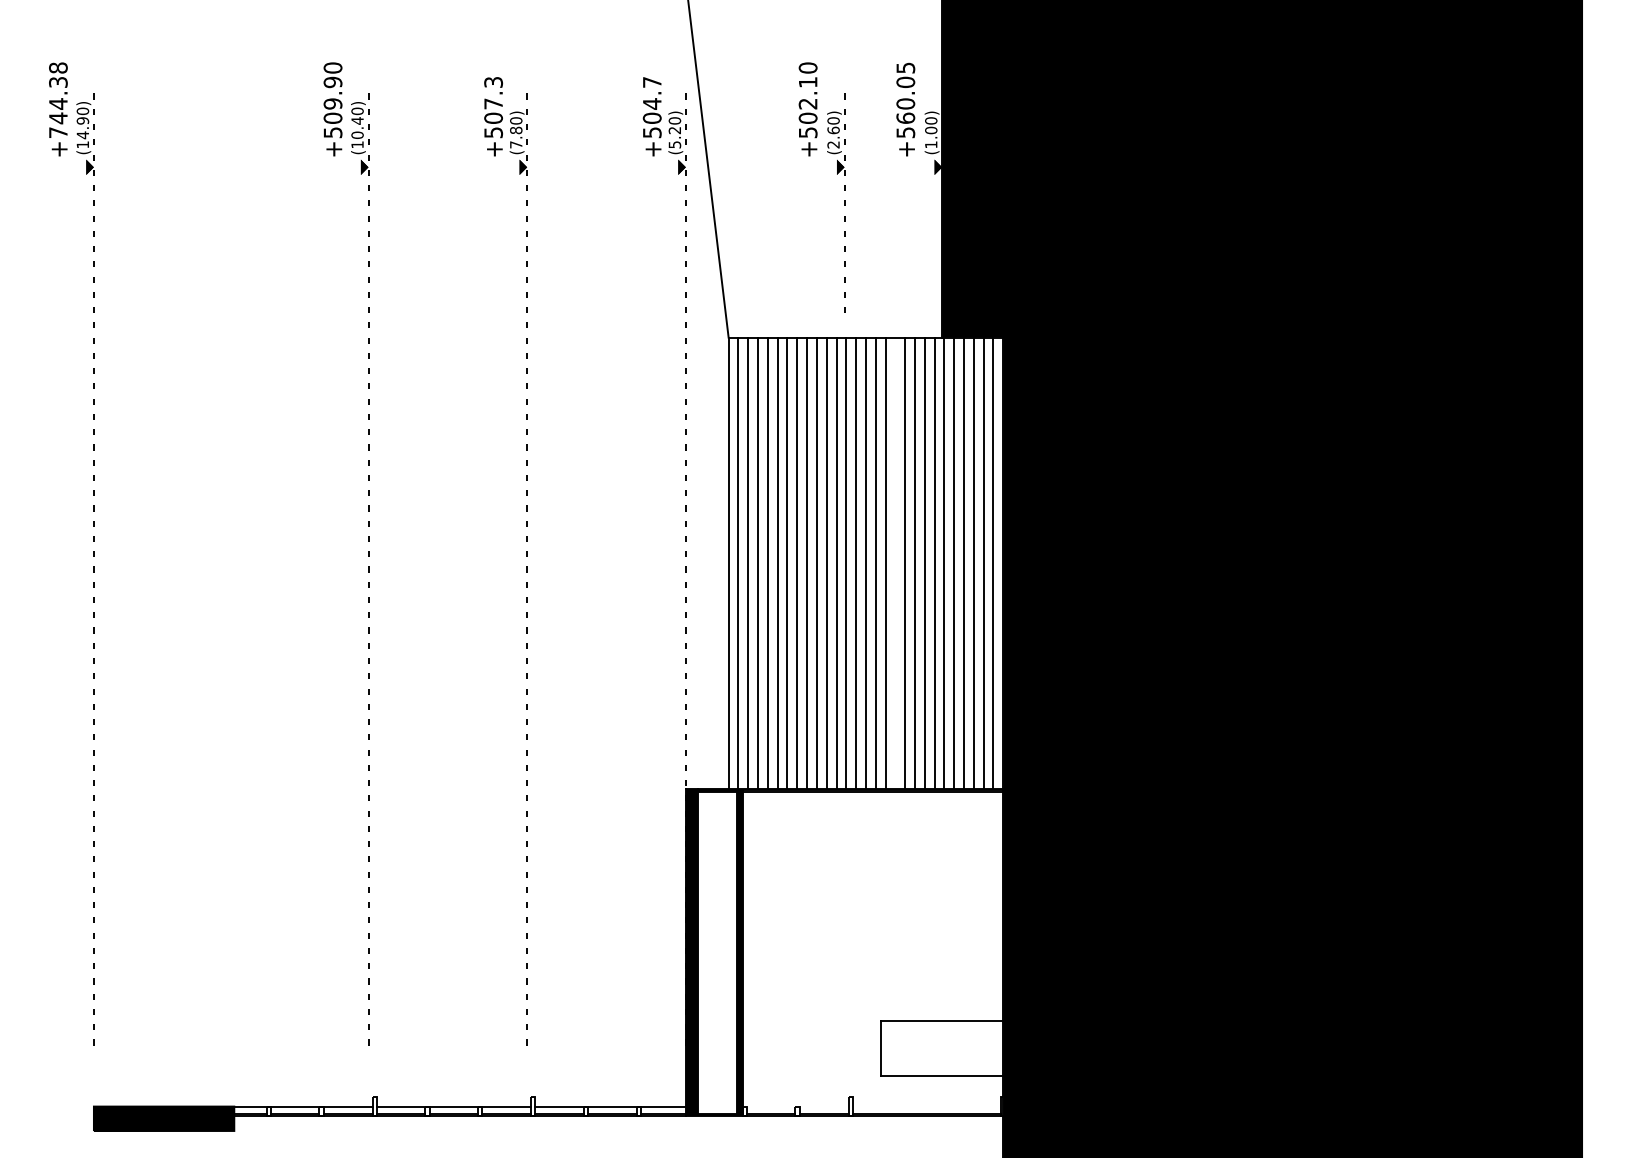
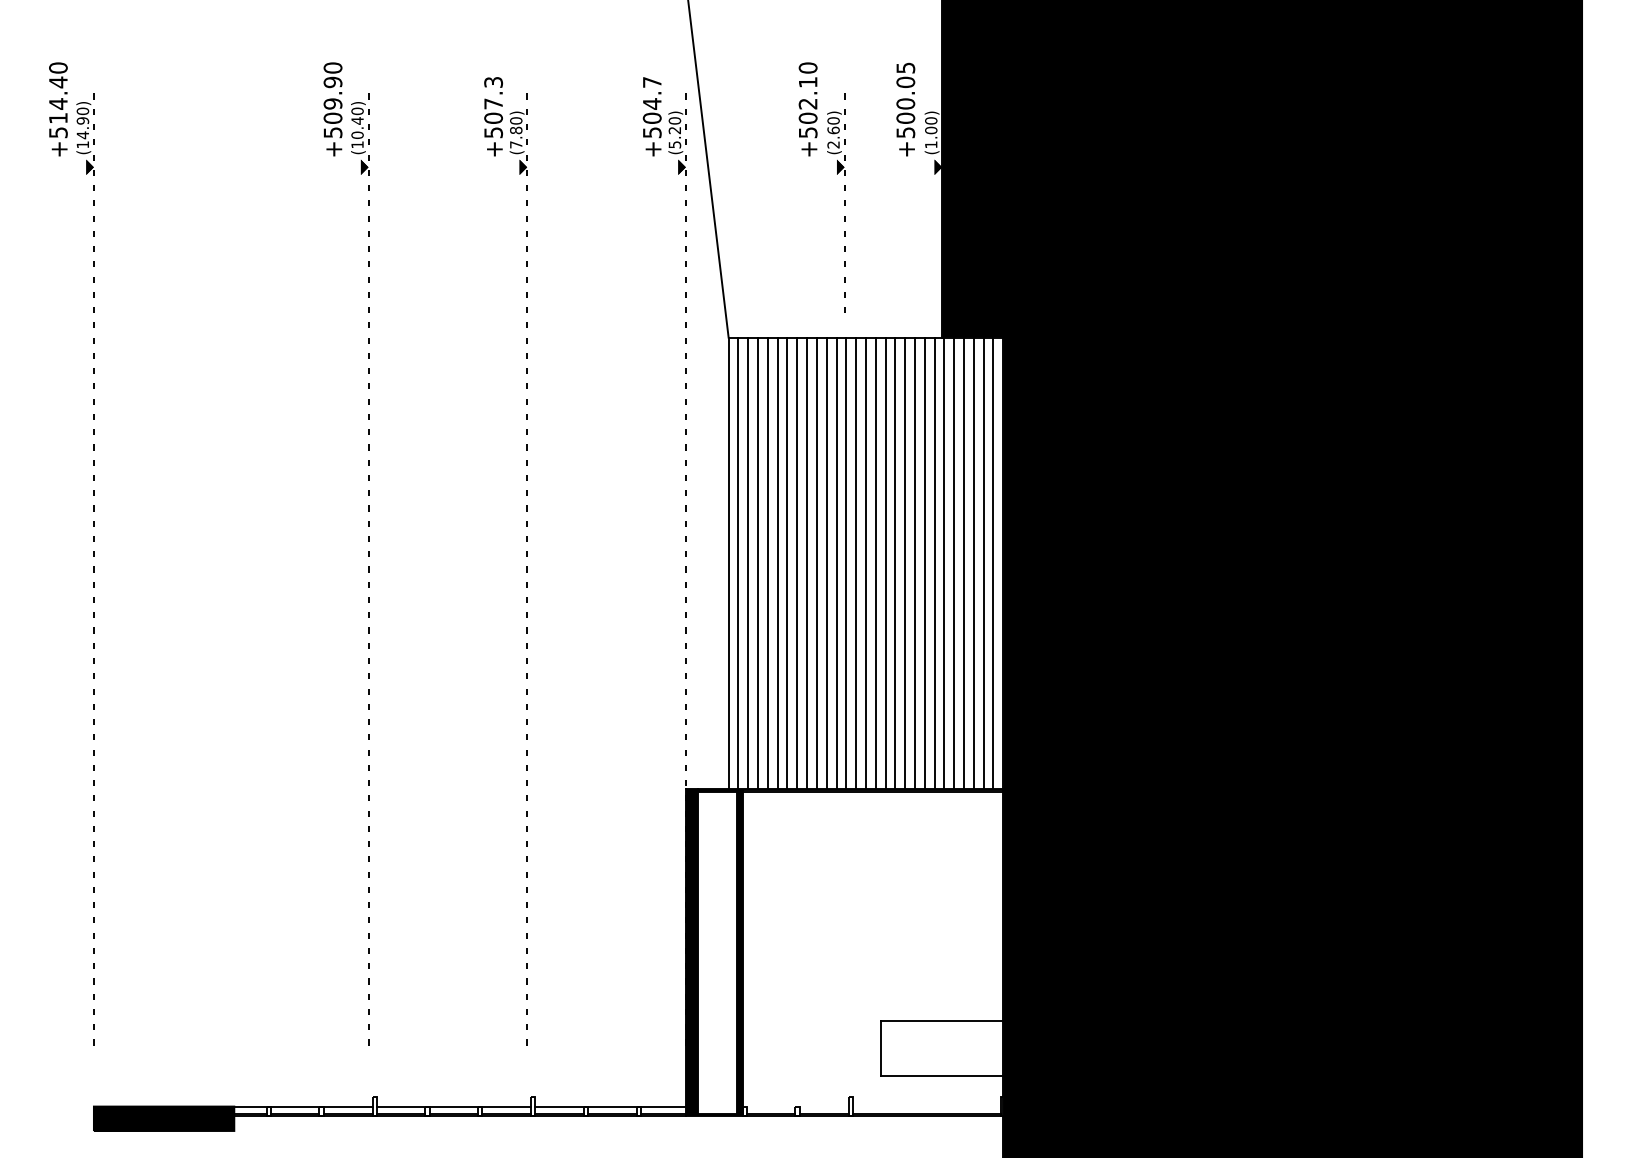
text at (58, 100): +744.38 -> +514.40
text at (905, 117): +560.05 -> +500.05
line at (895, 563): none -> present
